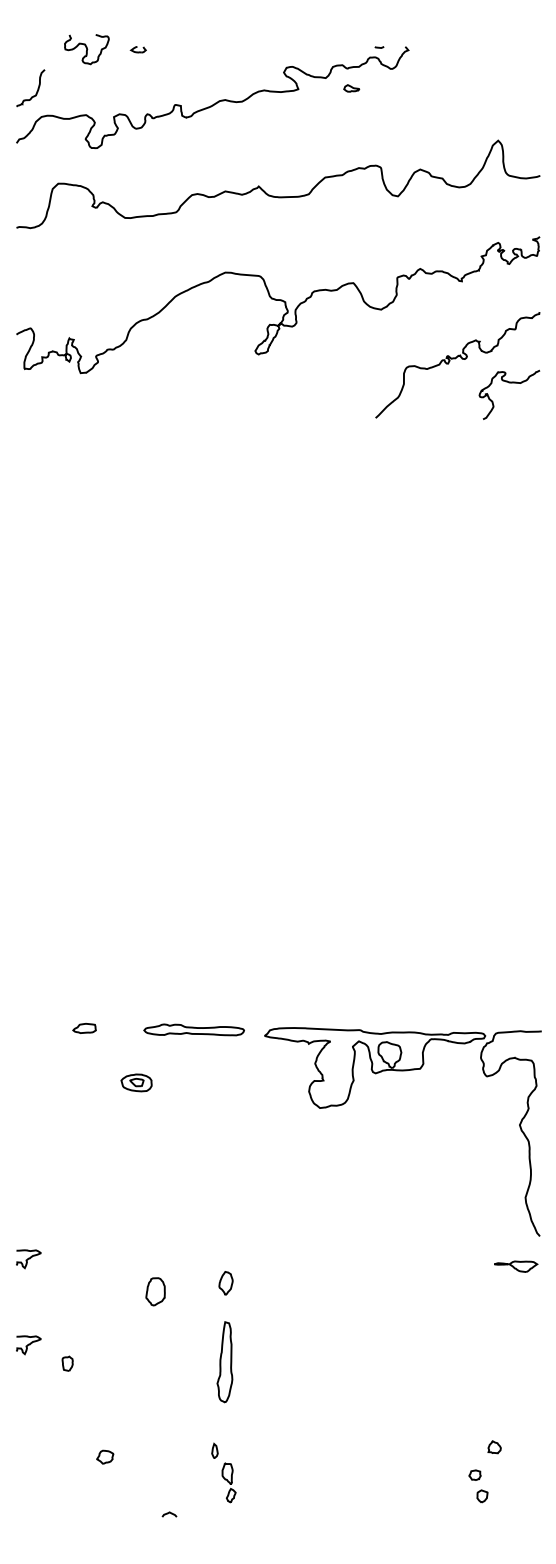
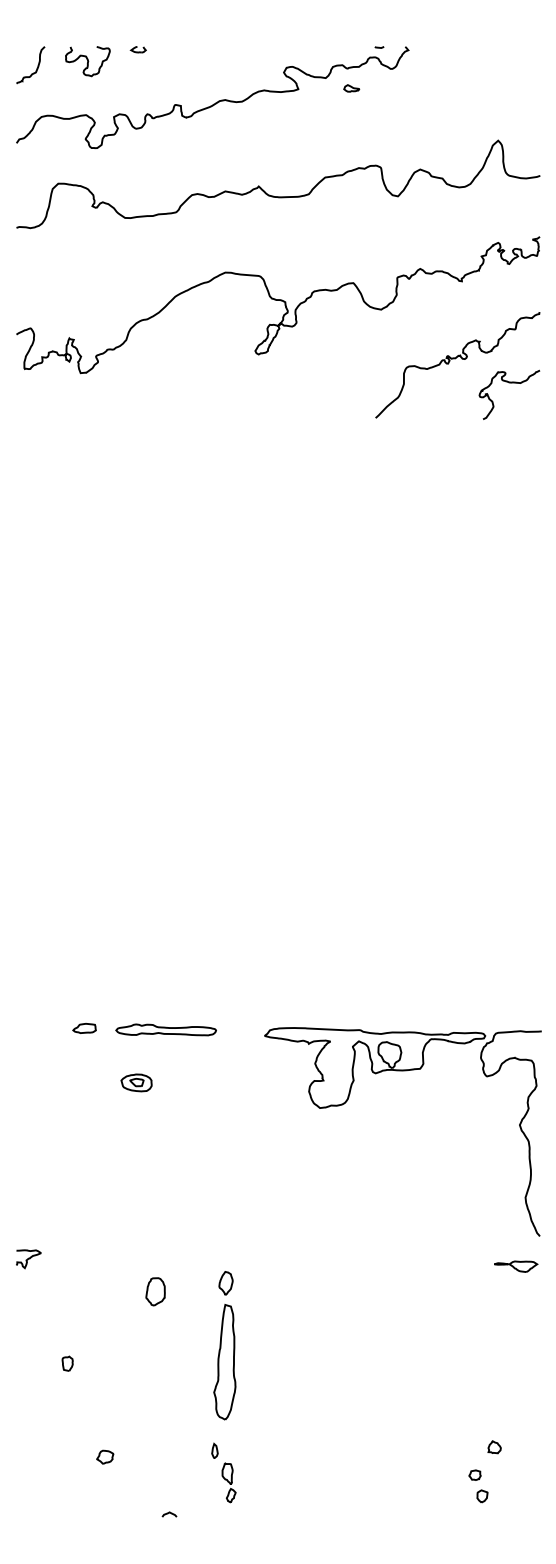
curve at (86, 49) position: (86, 49) -> (87, 61)
curve at (36, 91) position: (36, 91) -> (36, 68)
part at (193, 1029) position: (193, 1029) -> (165, 1029)
curve at (28, 1345): present -> none
part at (224, 1362) size: 18x83 px -> 24x117 px
